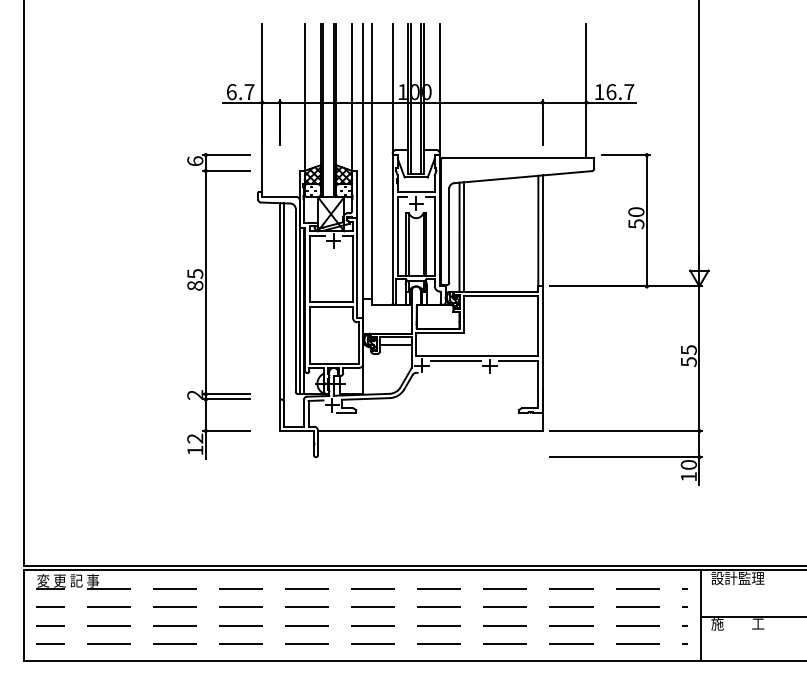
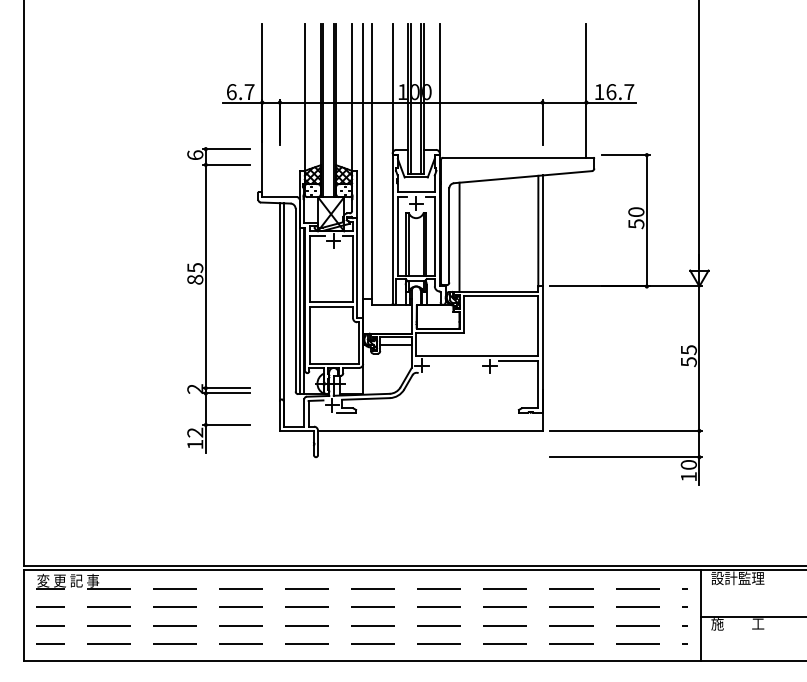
line at (463, 236): present -> none
part at (206, 306) position: (206, 306) -> (206, 300)
line at (455, 360): present -> none
